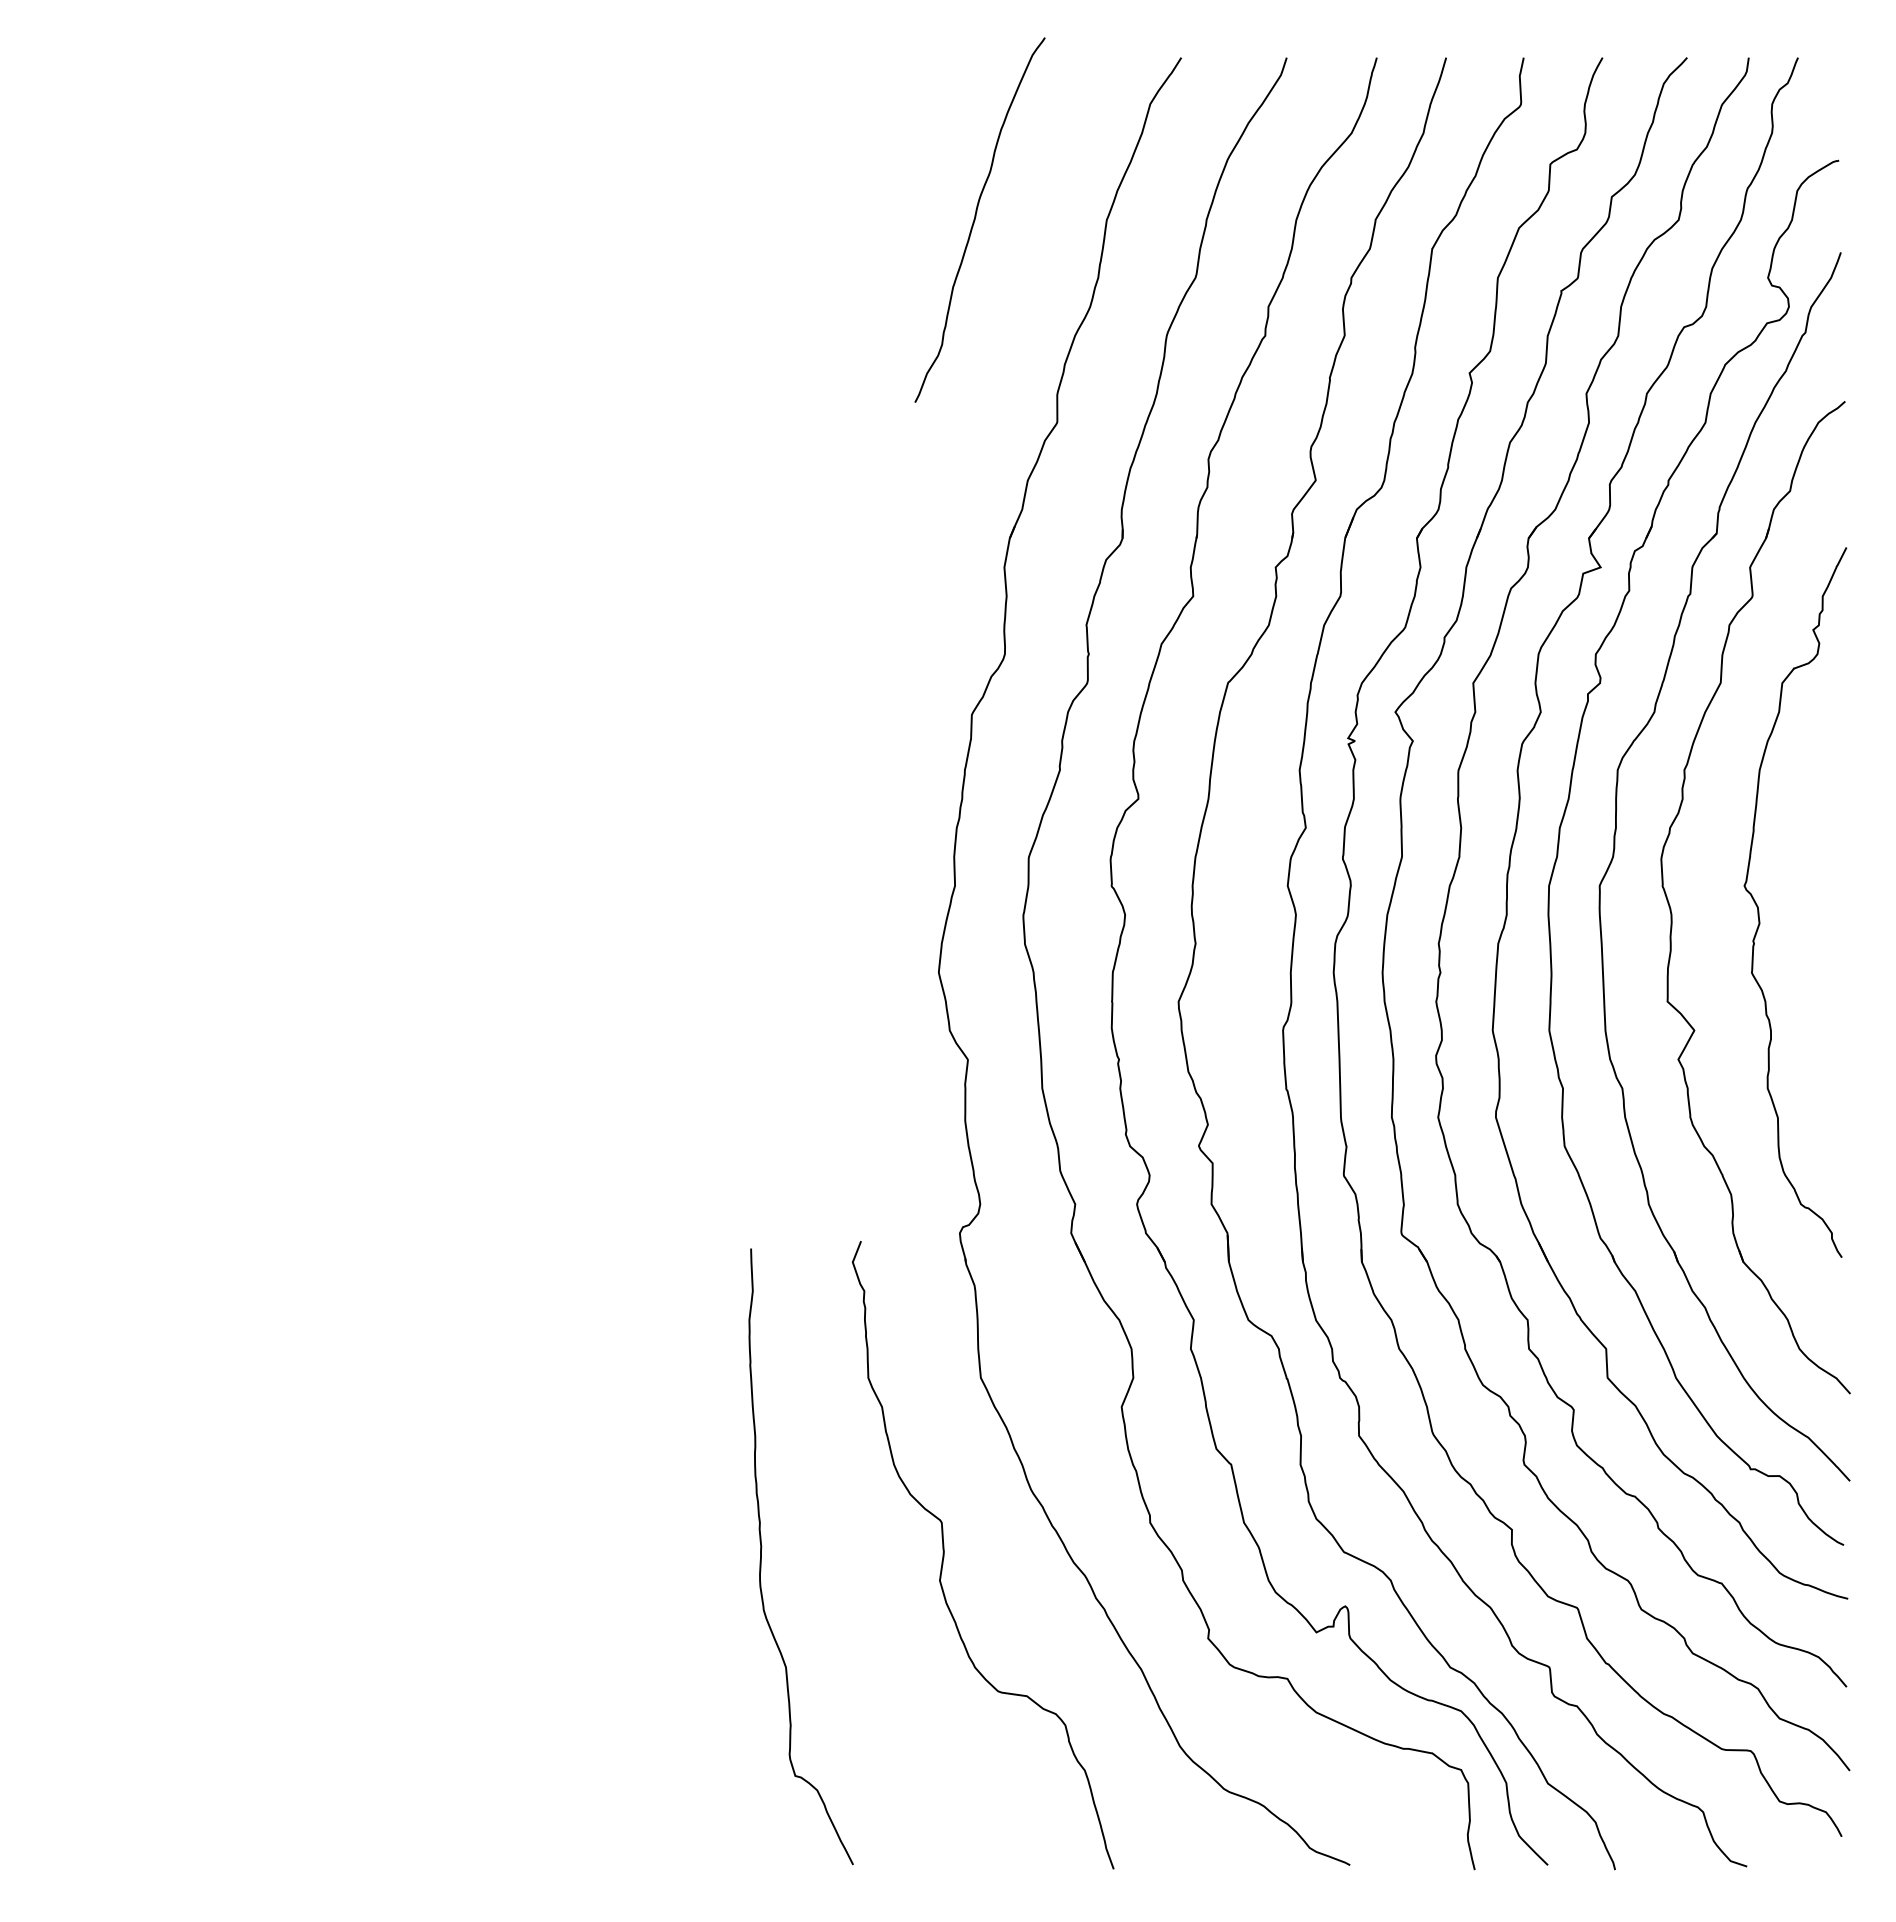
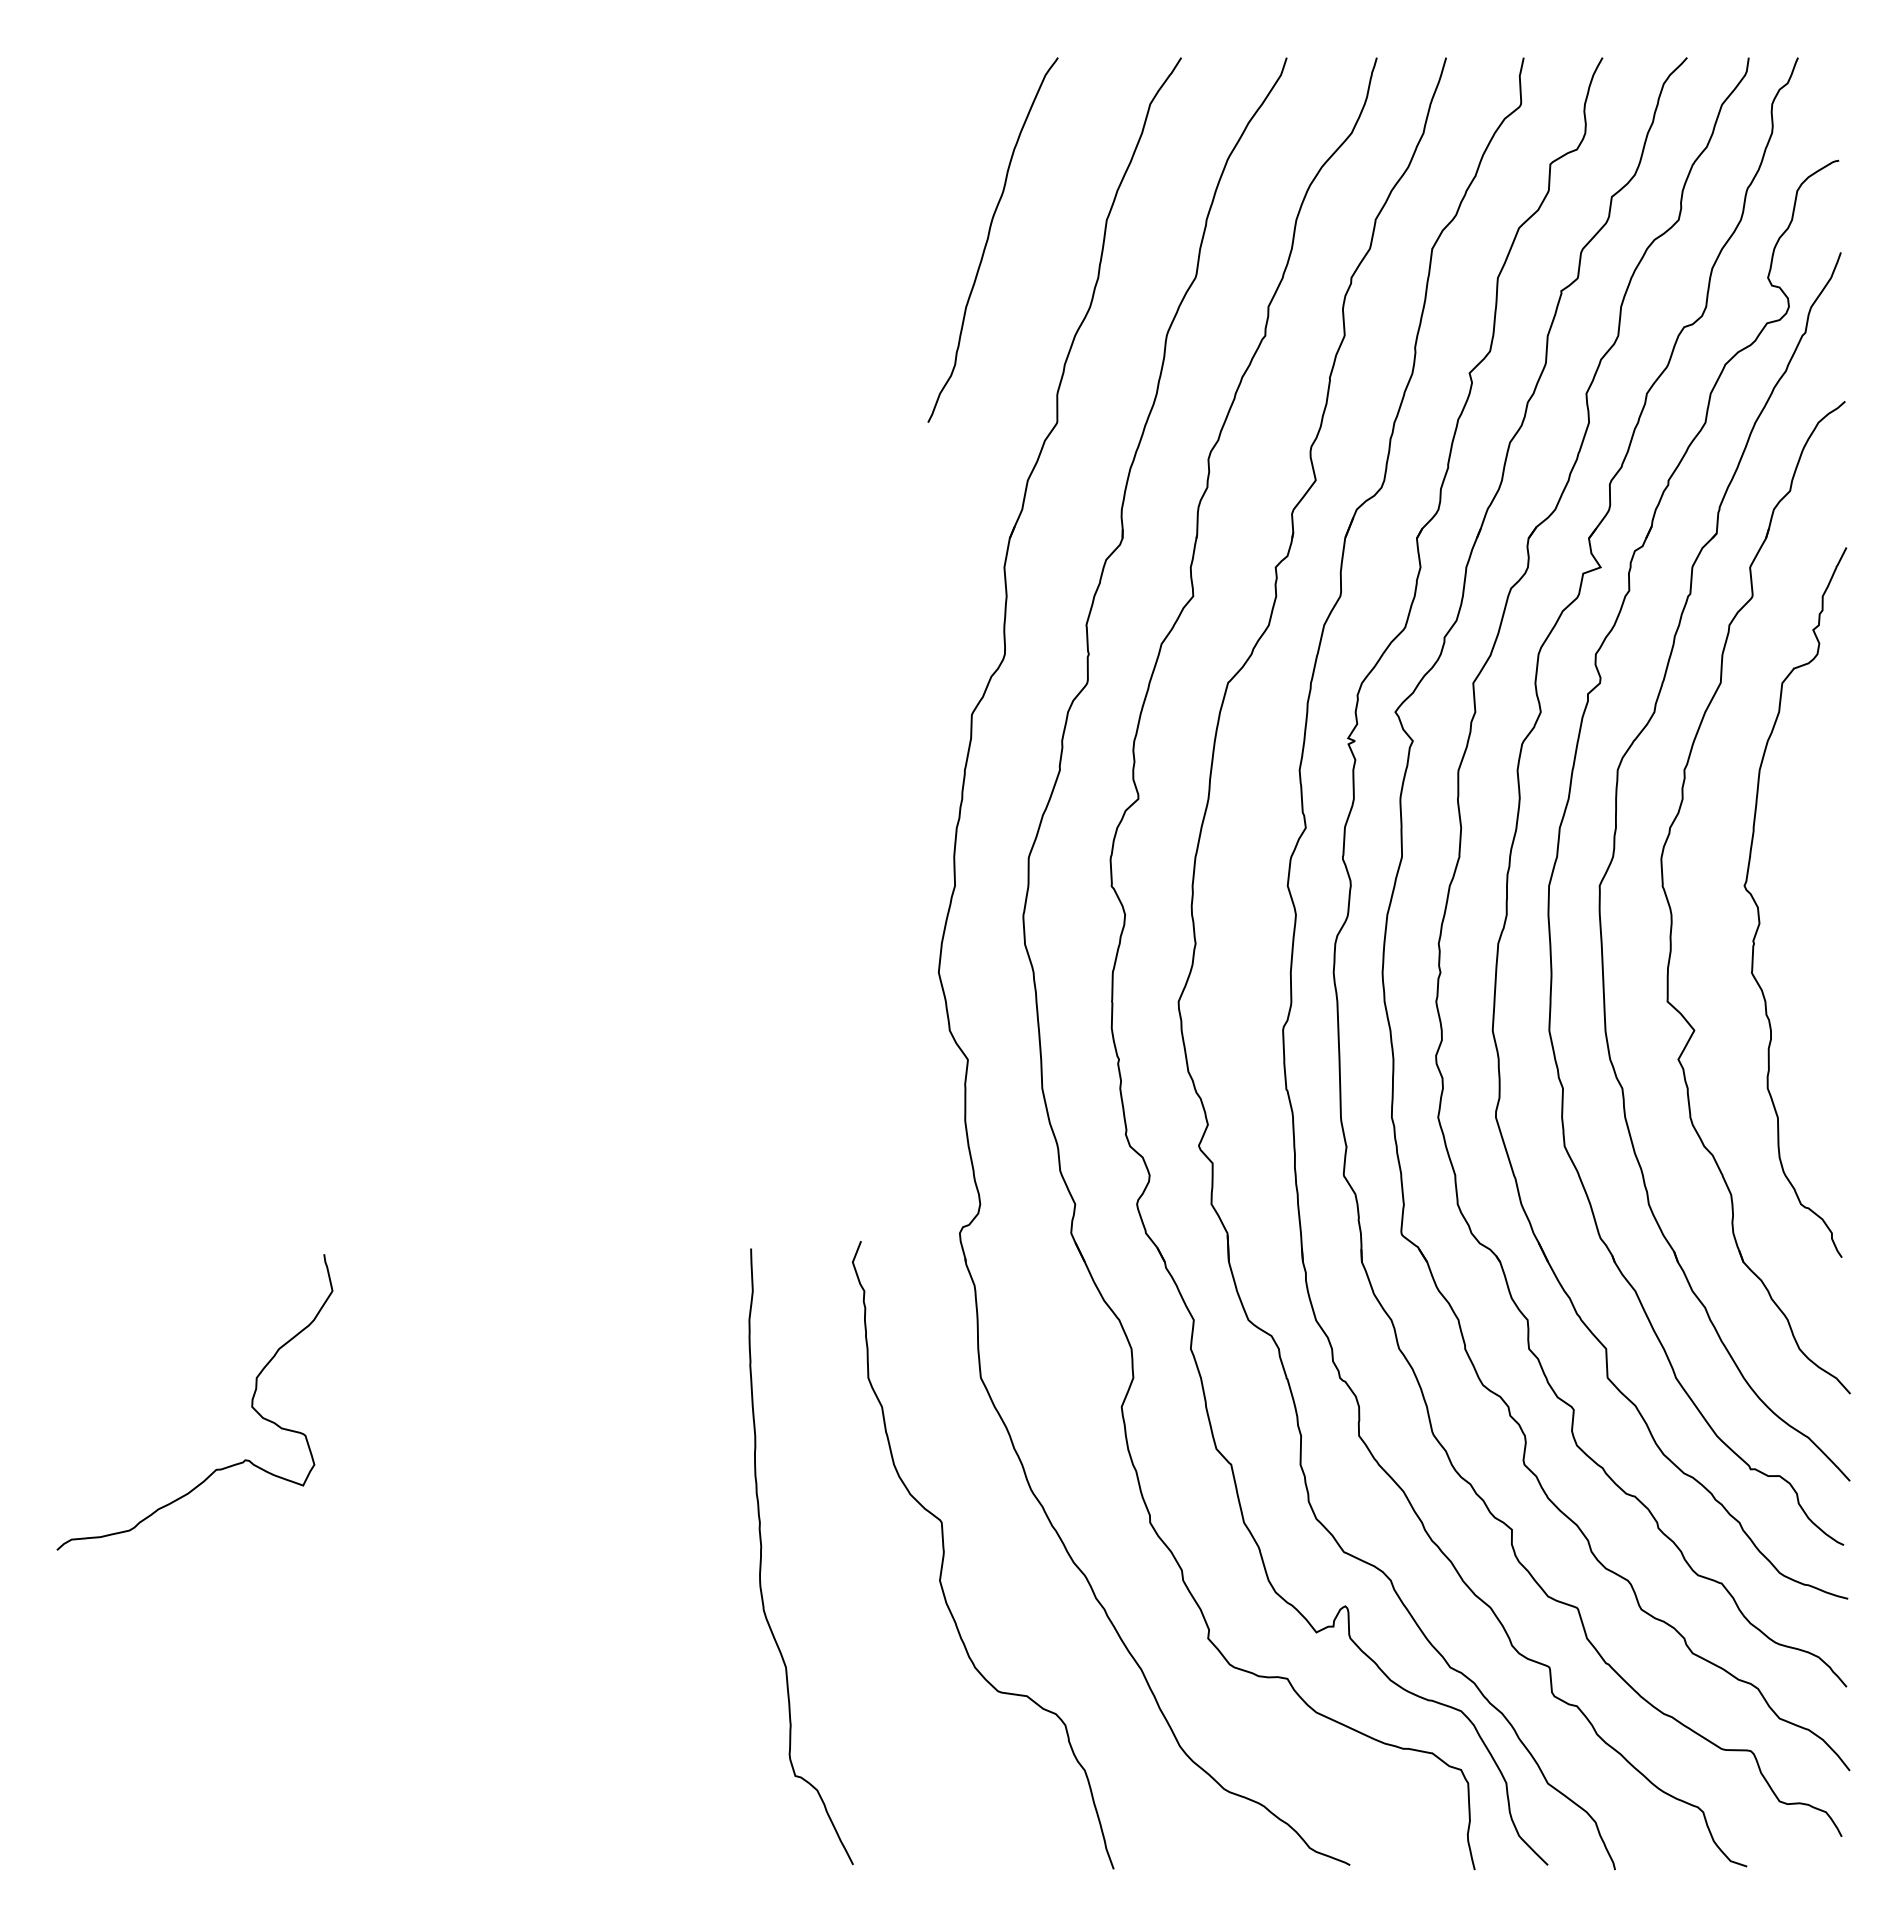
curve at (976, 217) position: (976, 217) -> (989, 237)
curve at (251, 1402): none -> present
